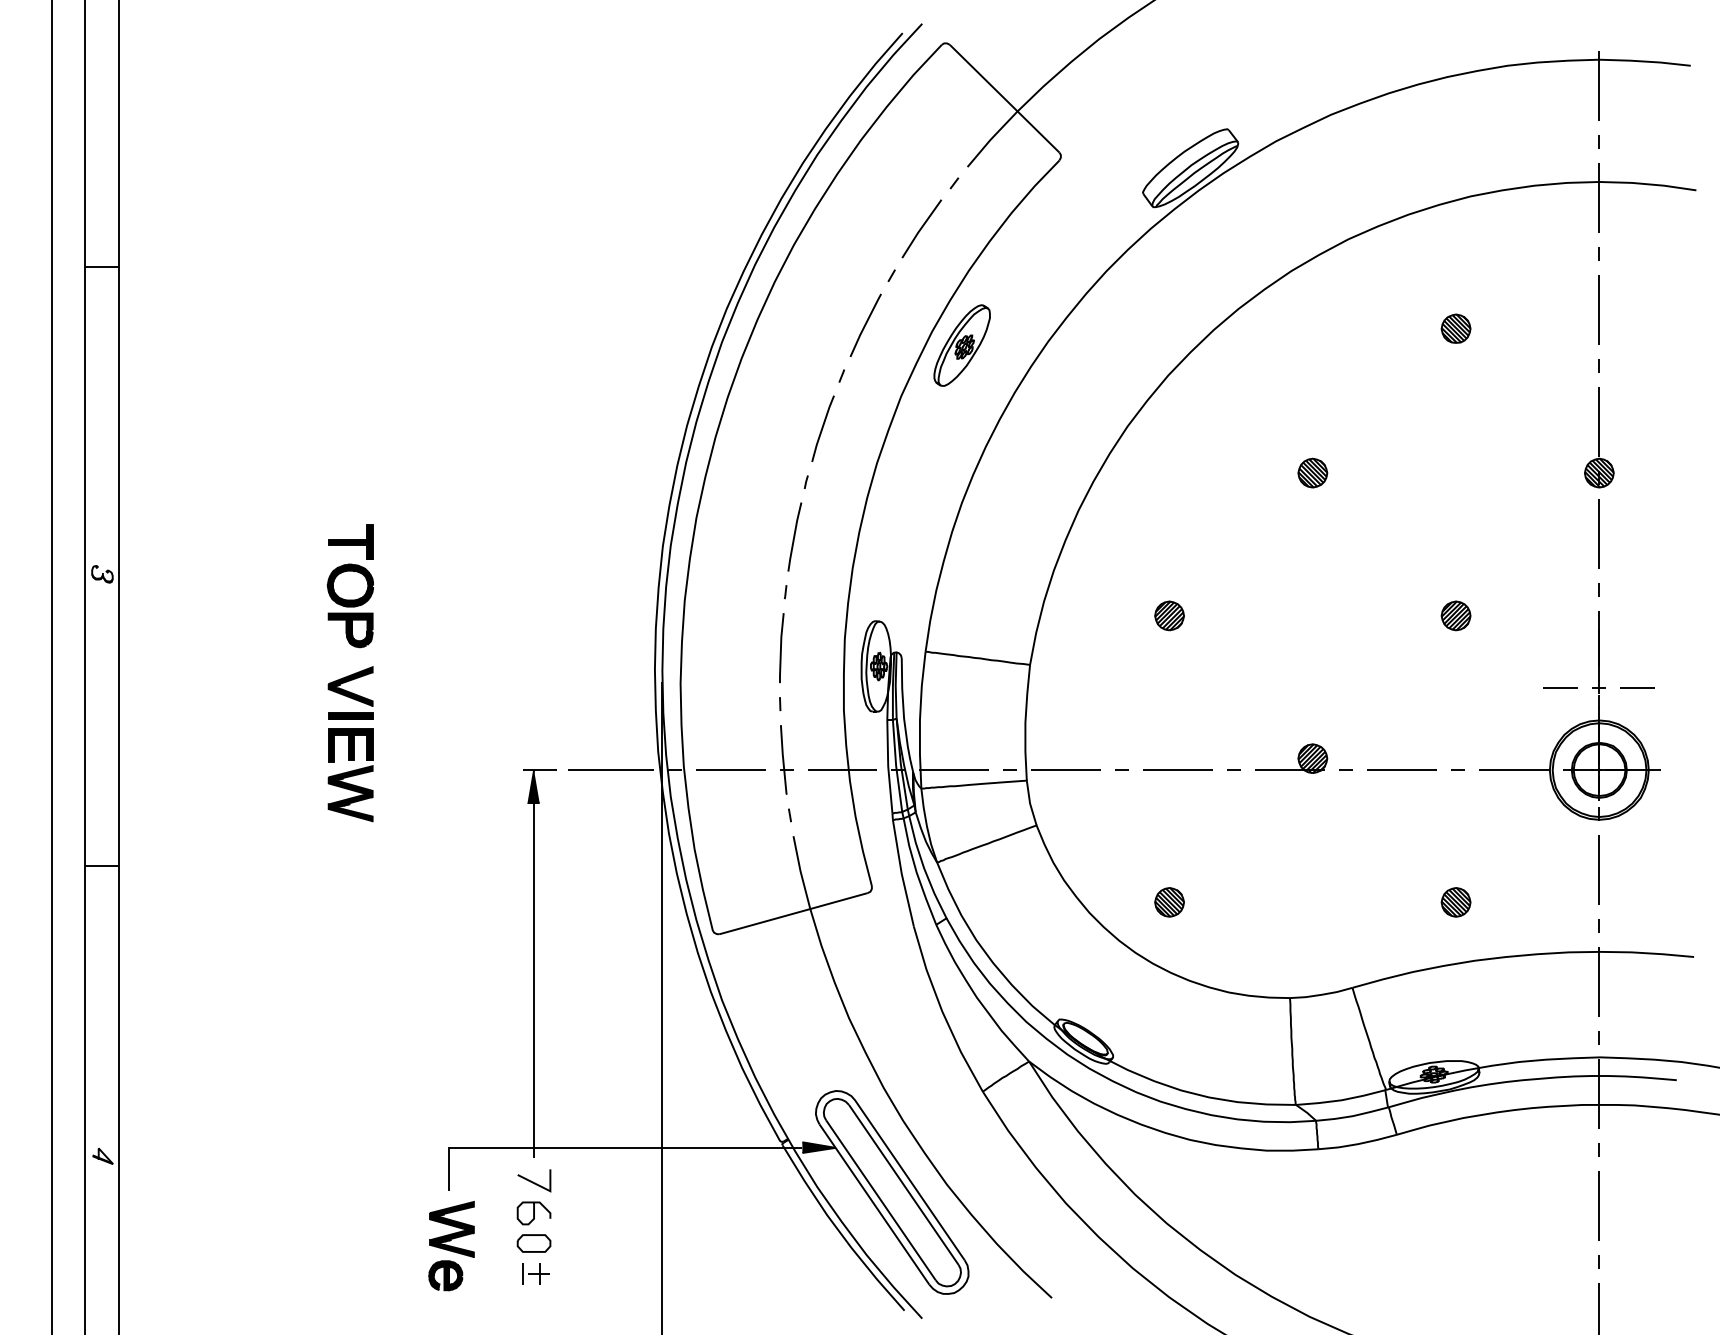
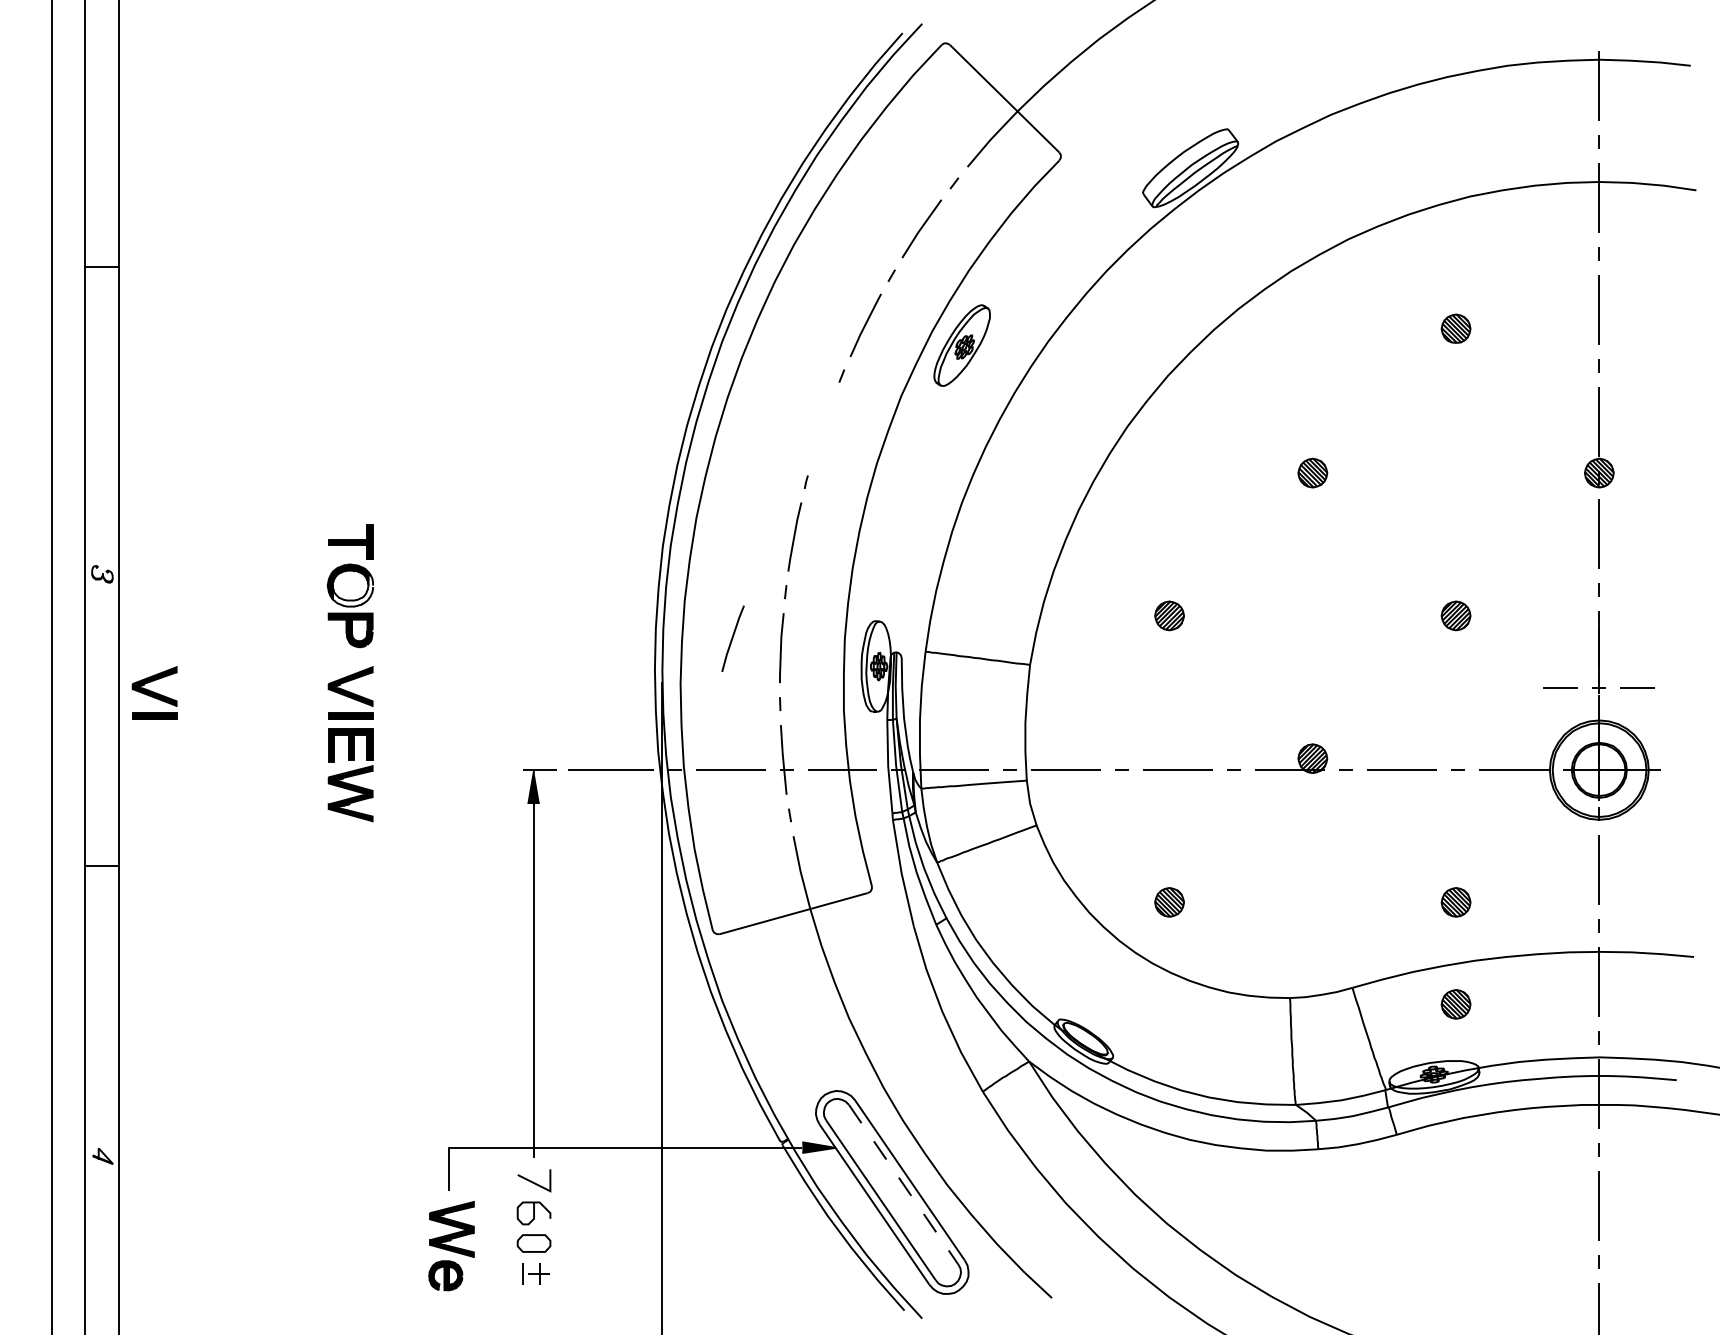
line at (822, 428) position: (822, 428) -> (732, 638)
fill at (352, 589): present -> none
part at (154, 692): none -> present
part at (1455, 1004): none -> present
line at (904, 1185): solid -> dashed
